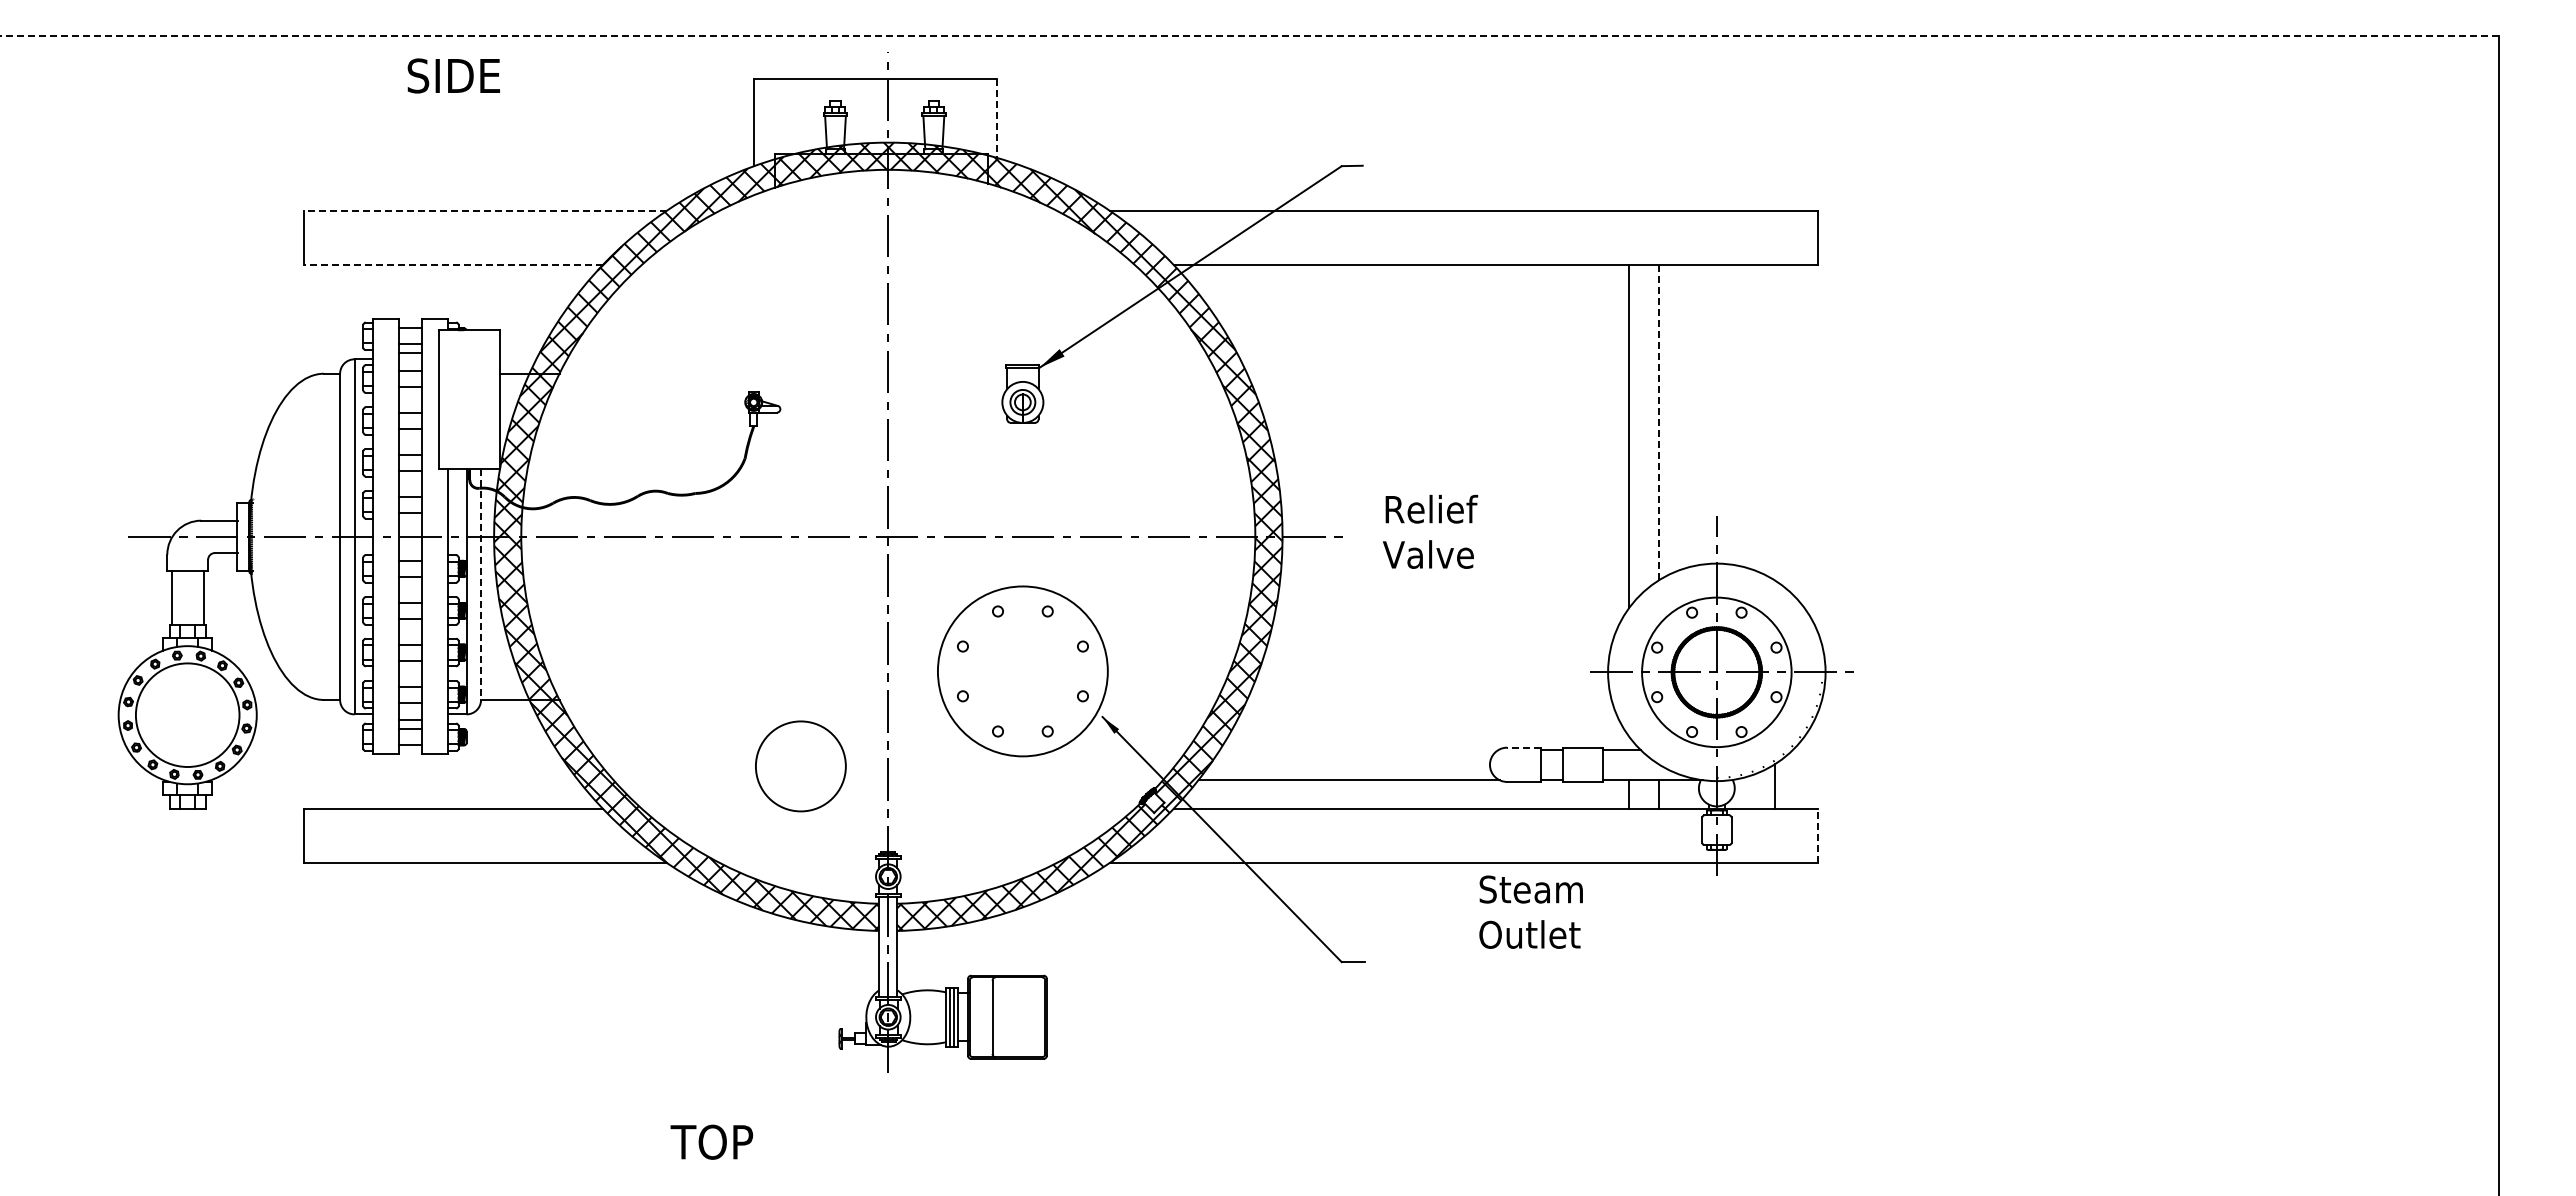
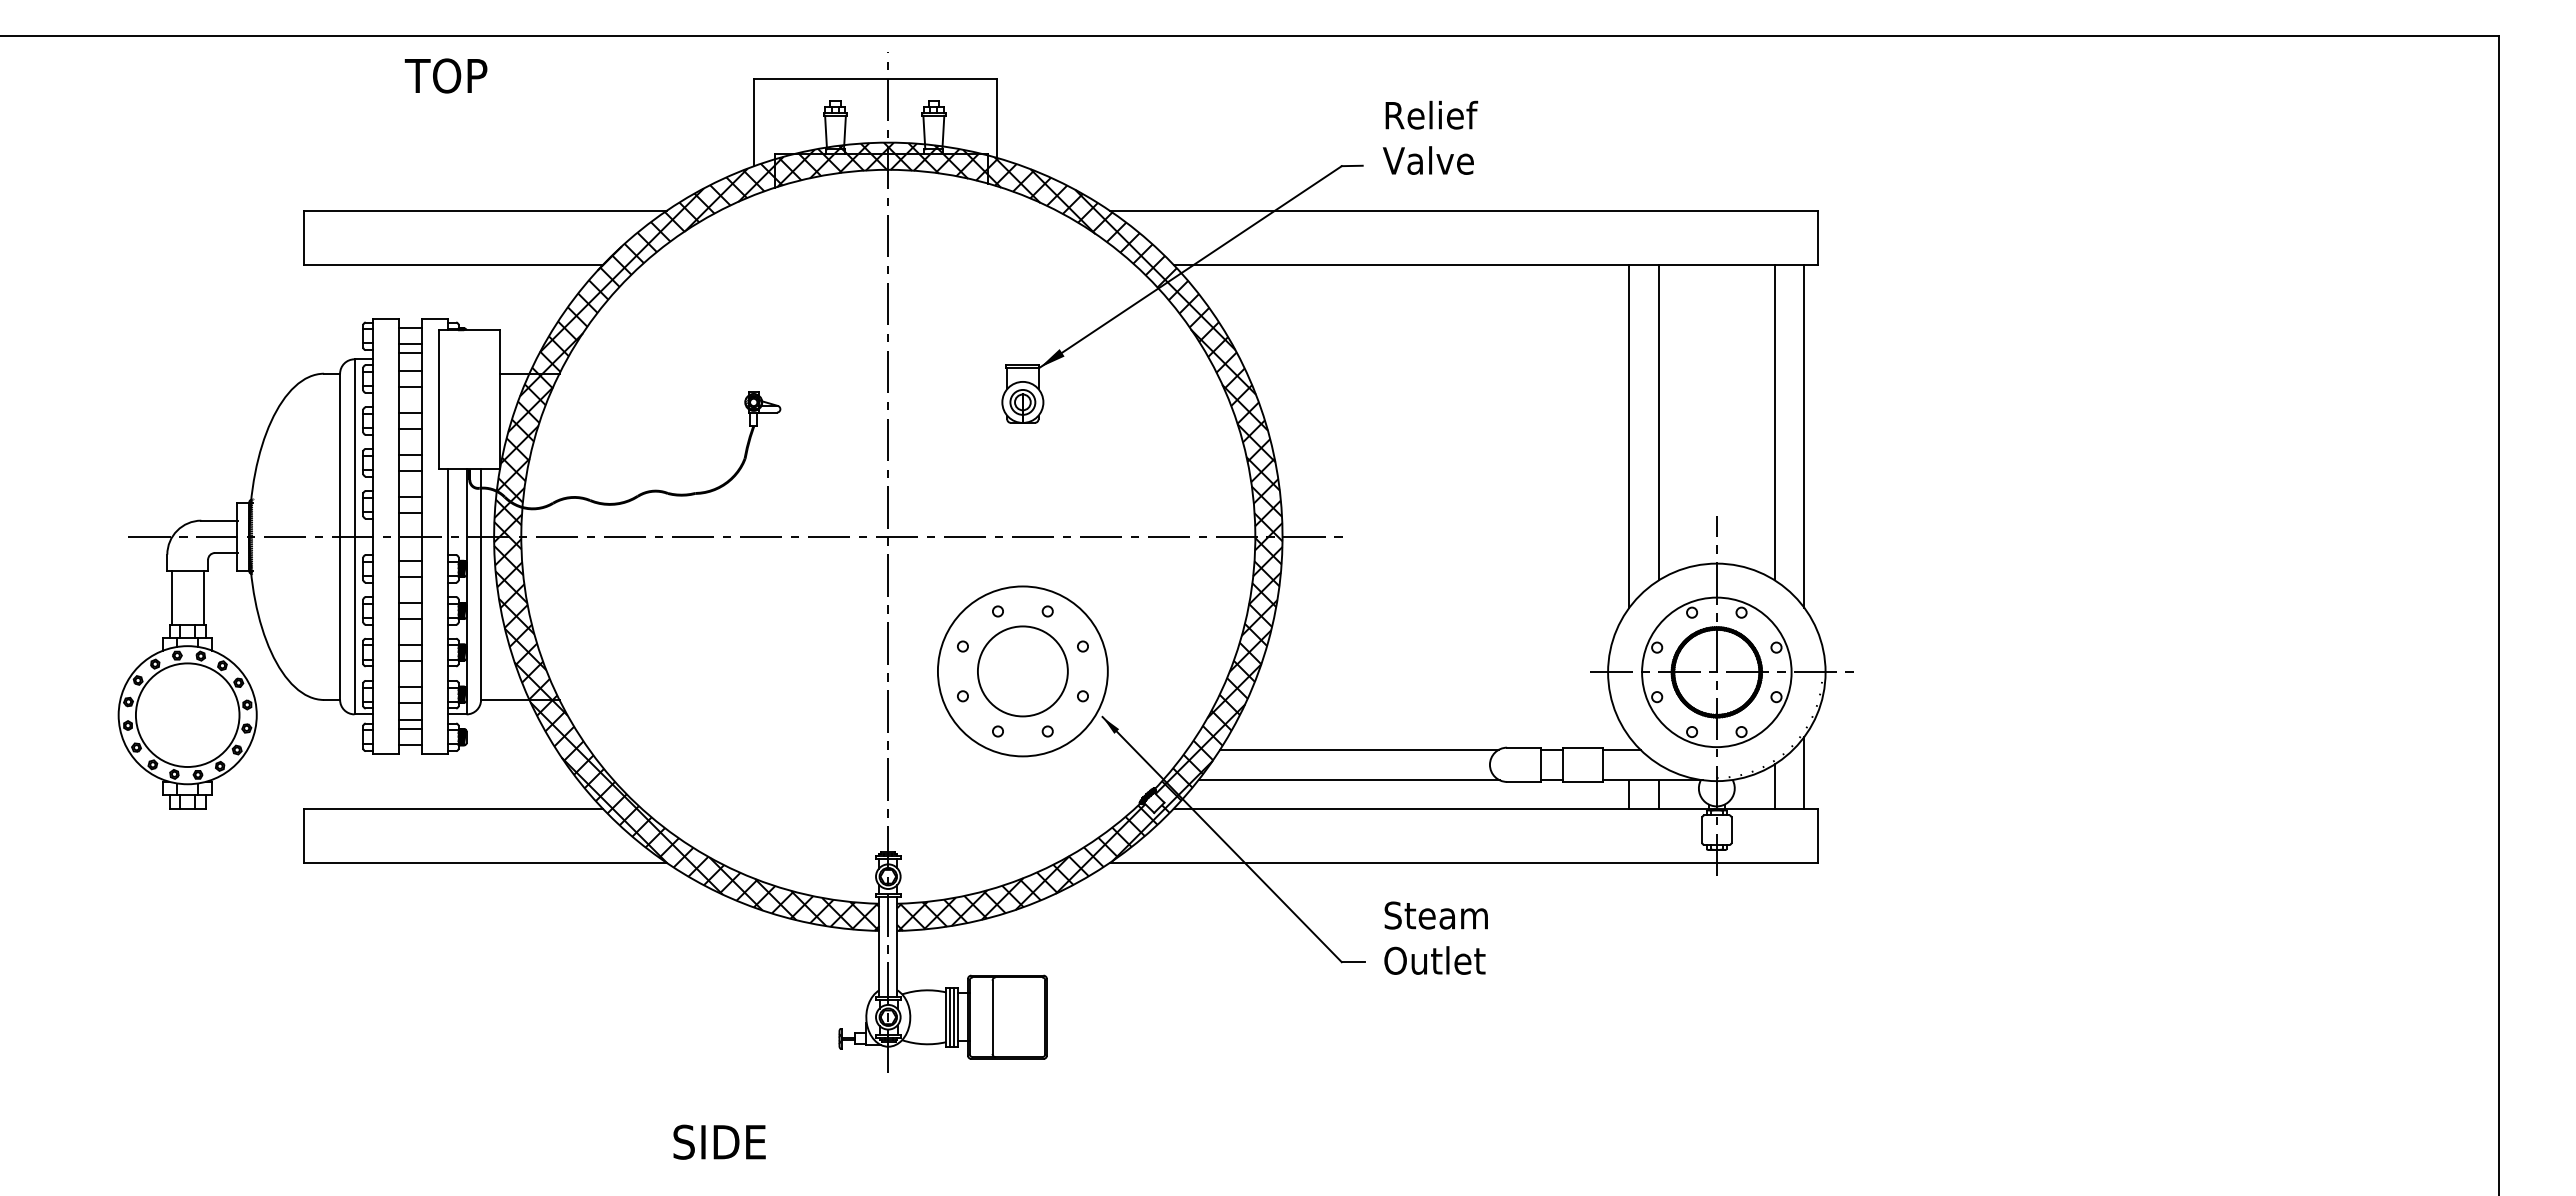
line at (1248, 36): dashed -> solid
text at (451, 75): SIDE -> TOP
line at (997, 119): dashed -> solid
line at (485, 210): dashed -> solid
line at (453, 264): dashed -> solid
line at (1658, 422): dashed -> solid
line at (1774, 422): none -> present
line at (1804, 435): none -> present
text at (1430, 531) position: (1430, 531) -> (1430, 137)
line at (481, 584): dashed -> solid
line at (1523, 747): dashed -> solid
line at (1359, 749): none -> present
circle at (800, 766) position: (800, 766) -> (1022, 671)
line at (1804, 772): none -> present
line at (1817, 835): dashed -> solid
text at (1530, 911) position: (1530, 911) -> (1435, 937)
text at (717, 1141): TOP -> SIDE
